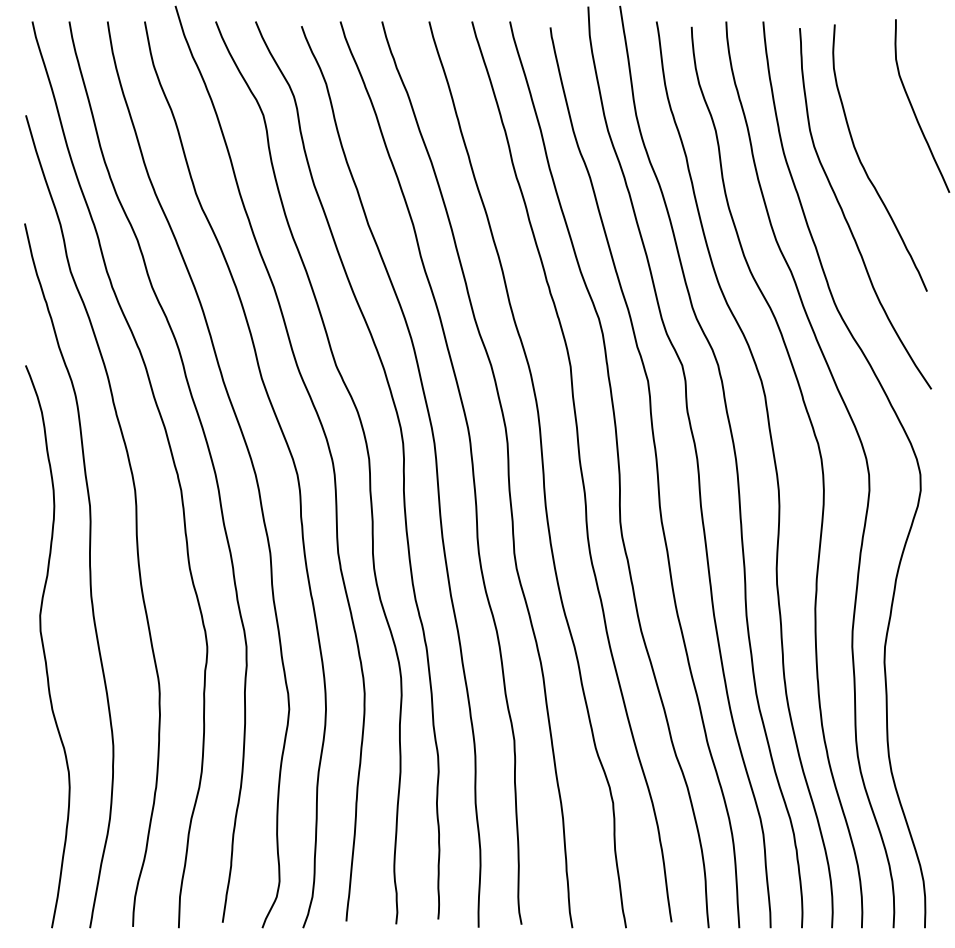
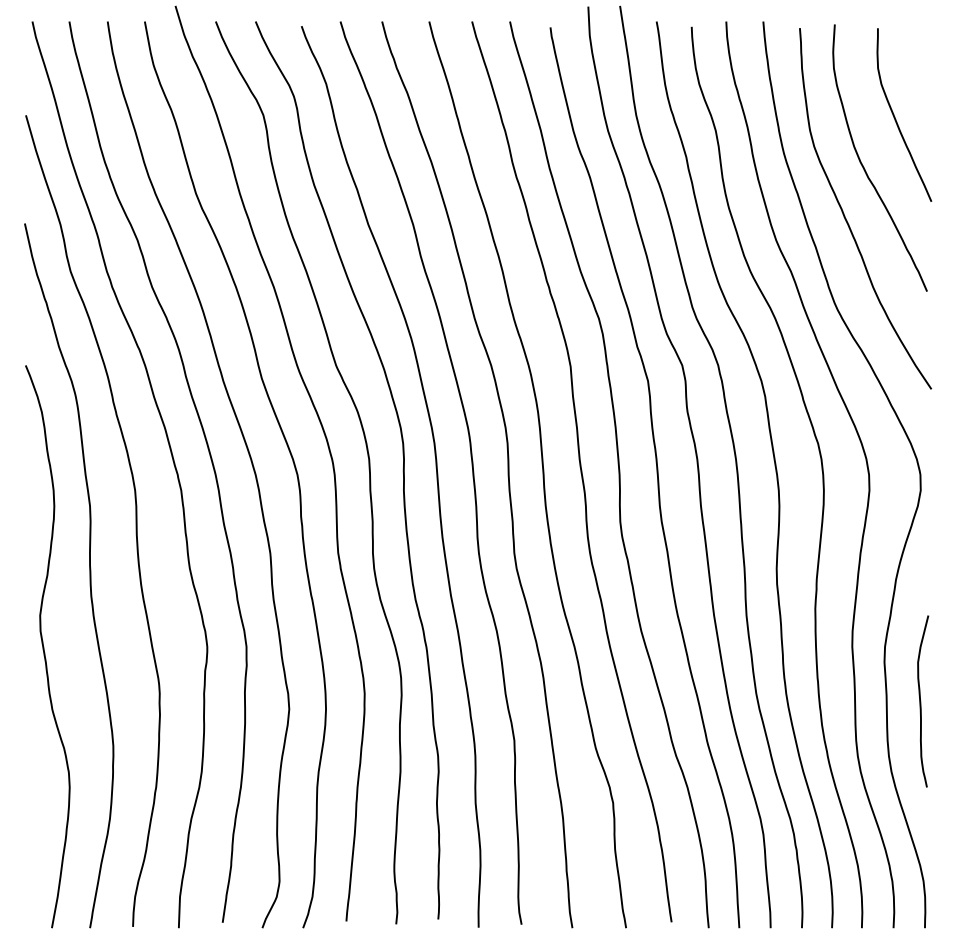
curve at (913, 107) position: (913, 107) -> (895, 116)
curve at (921, 701): none -> present
